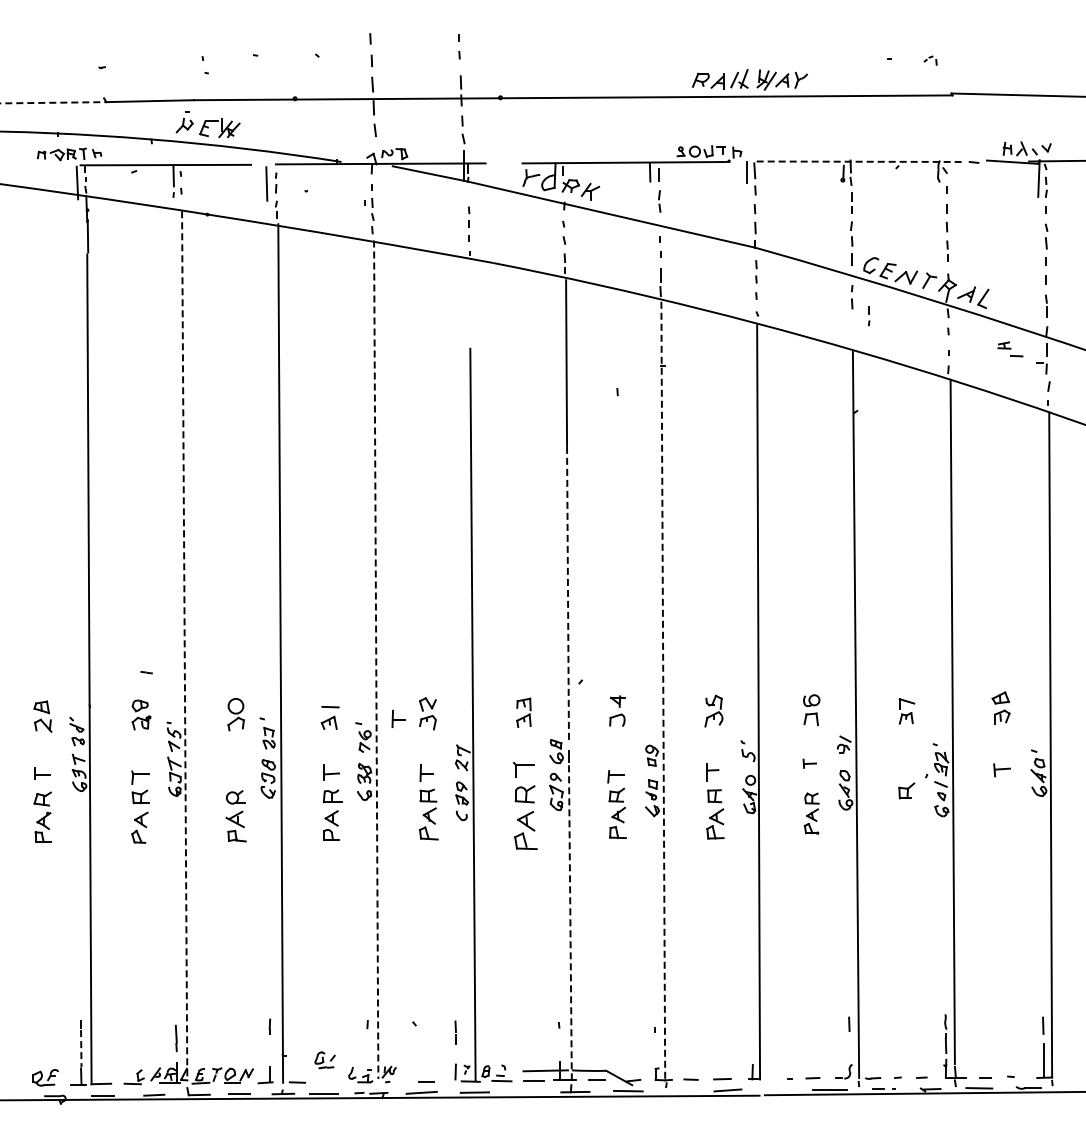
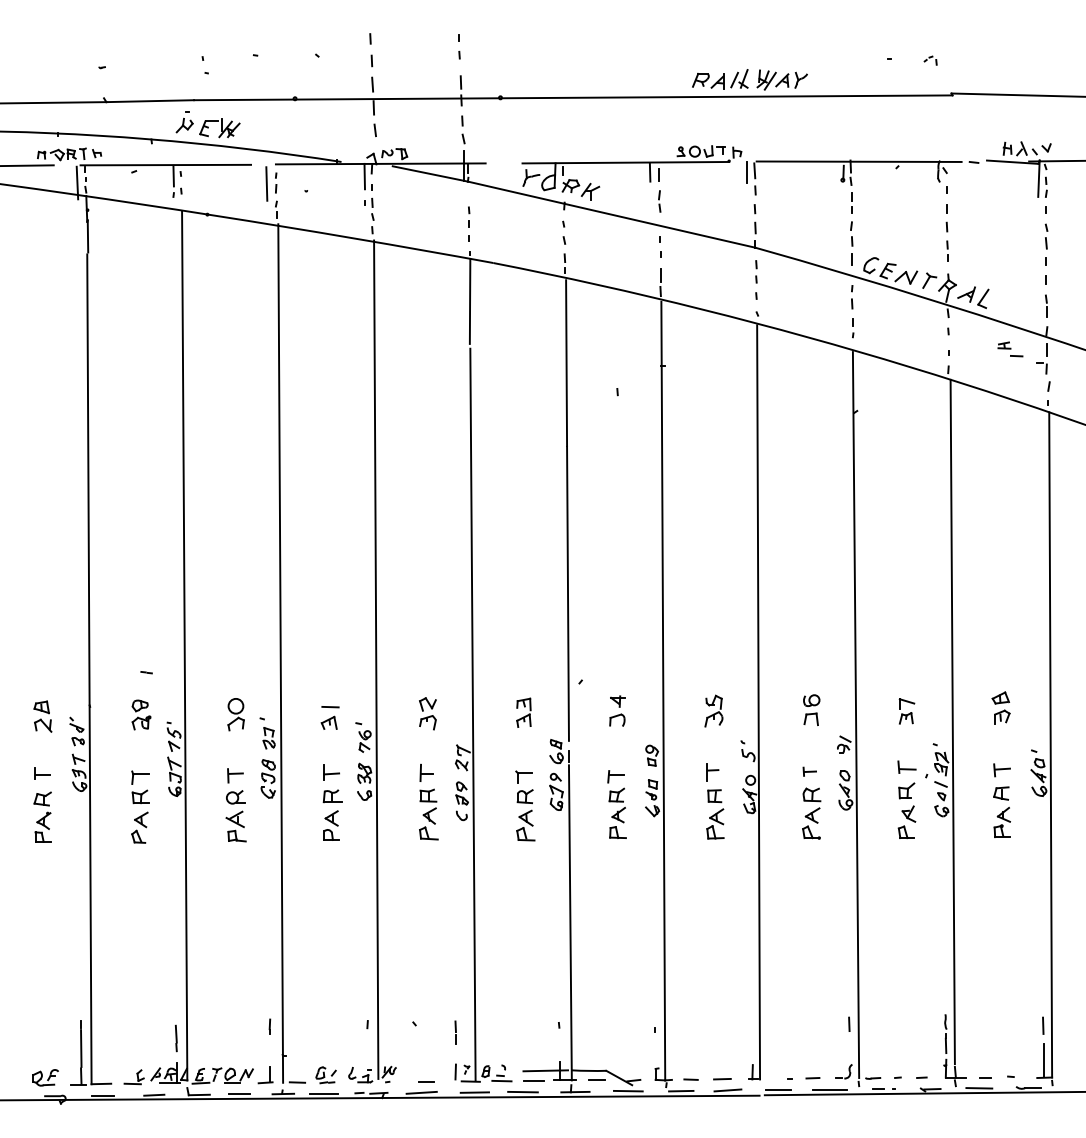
line at (53, 102): dashed -> solid
line at (859, 161): dashed -> solid
line at (27, 165): none -> present
line at (364, 176): none -> present
line at (469, 301): none -> present
part at (869, 316) position: (869, 316) -> (853, 328)
line at (568, 594): dashed -> solid
line at (184, 645): dashed -> solid
line at (376, 660): dashed -> solid
line at (663, 691): dashed -> solid
part at (398, 718): present -> none
part at (809, 763) position: (809, 763) -> (809, 771)
part at (906, 766): none -> present
part at (235, 775): none -> present
part at (525, 805) size: 25x88 px -> 21x72 px
part at (1001, 811): none -> present
part at (811, 813) size: 17x43 px -> 20x53 px
part at (906, 821): none -> present
line at (570, 922): dashed -> solid
line at (81, 1049): dashed -> solid
part at (324, 1060) position: (324, 1060) -> (325, 1075)
line at (681, 1090): none -> present
line at (778, 1090): none -> present
line at (522, 1091): none -> present
